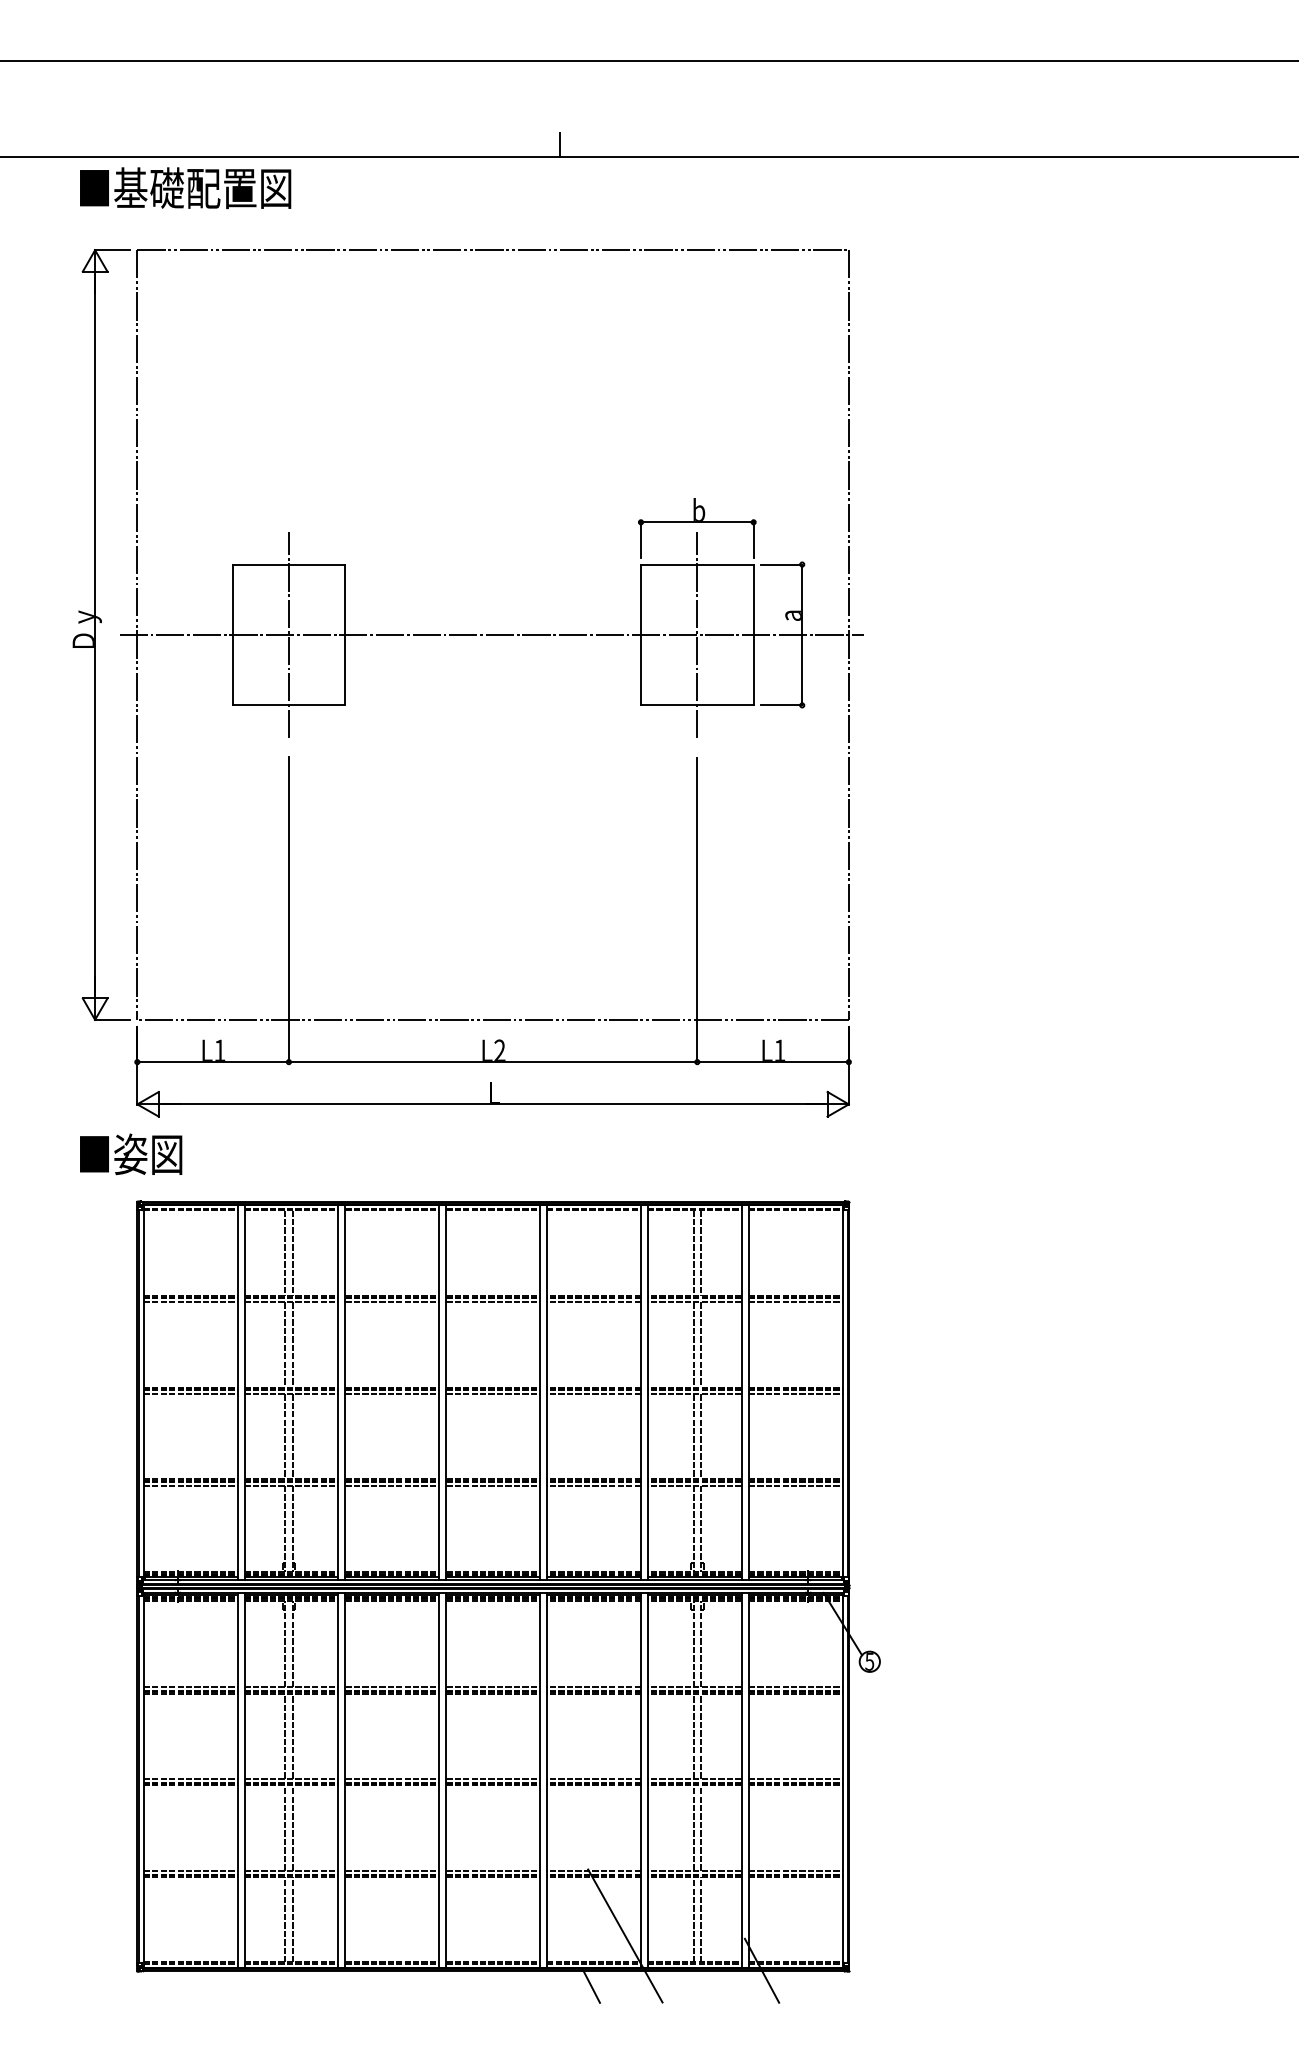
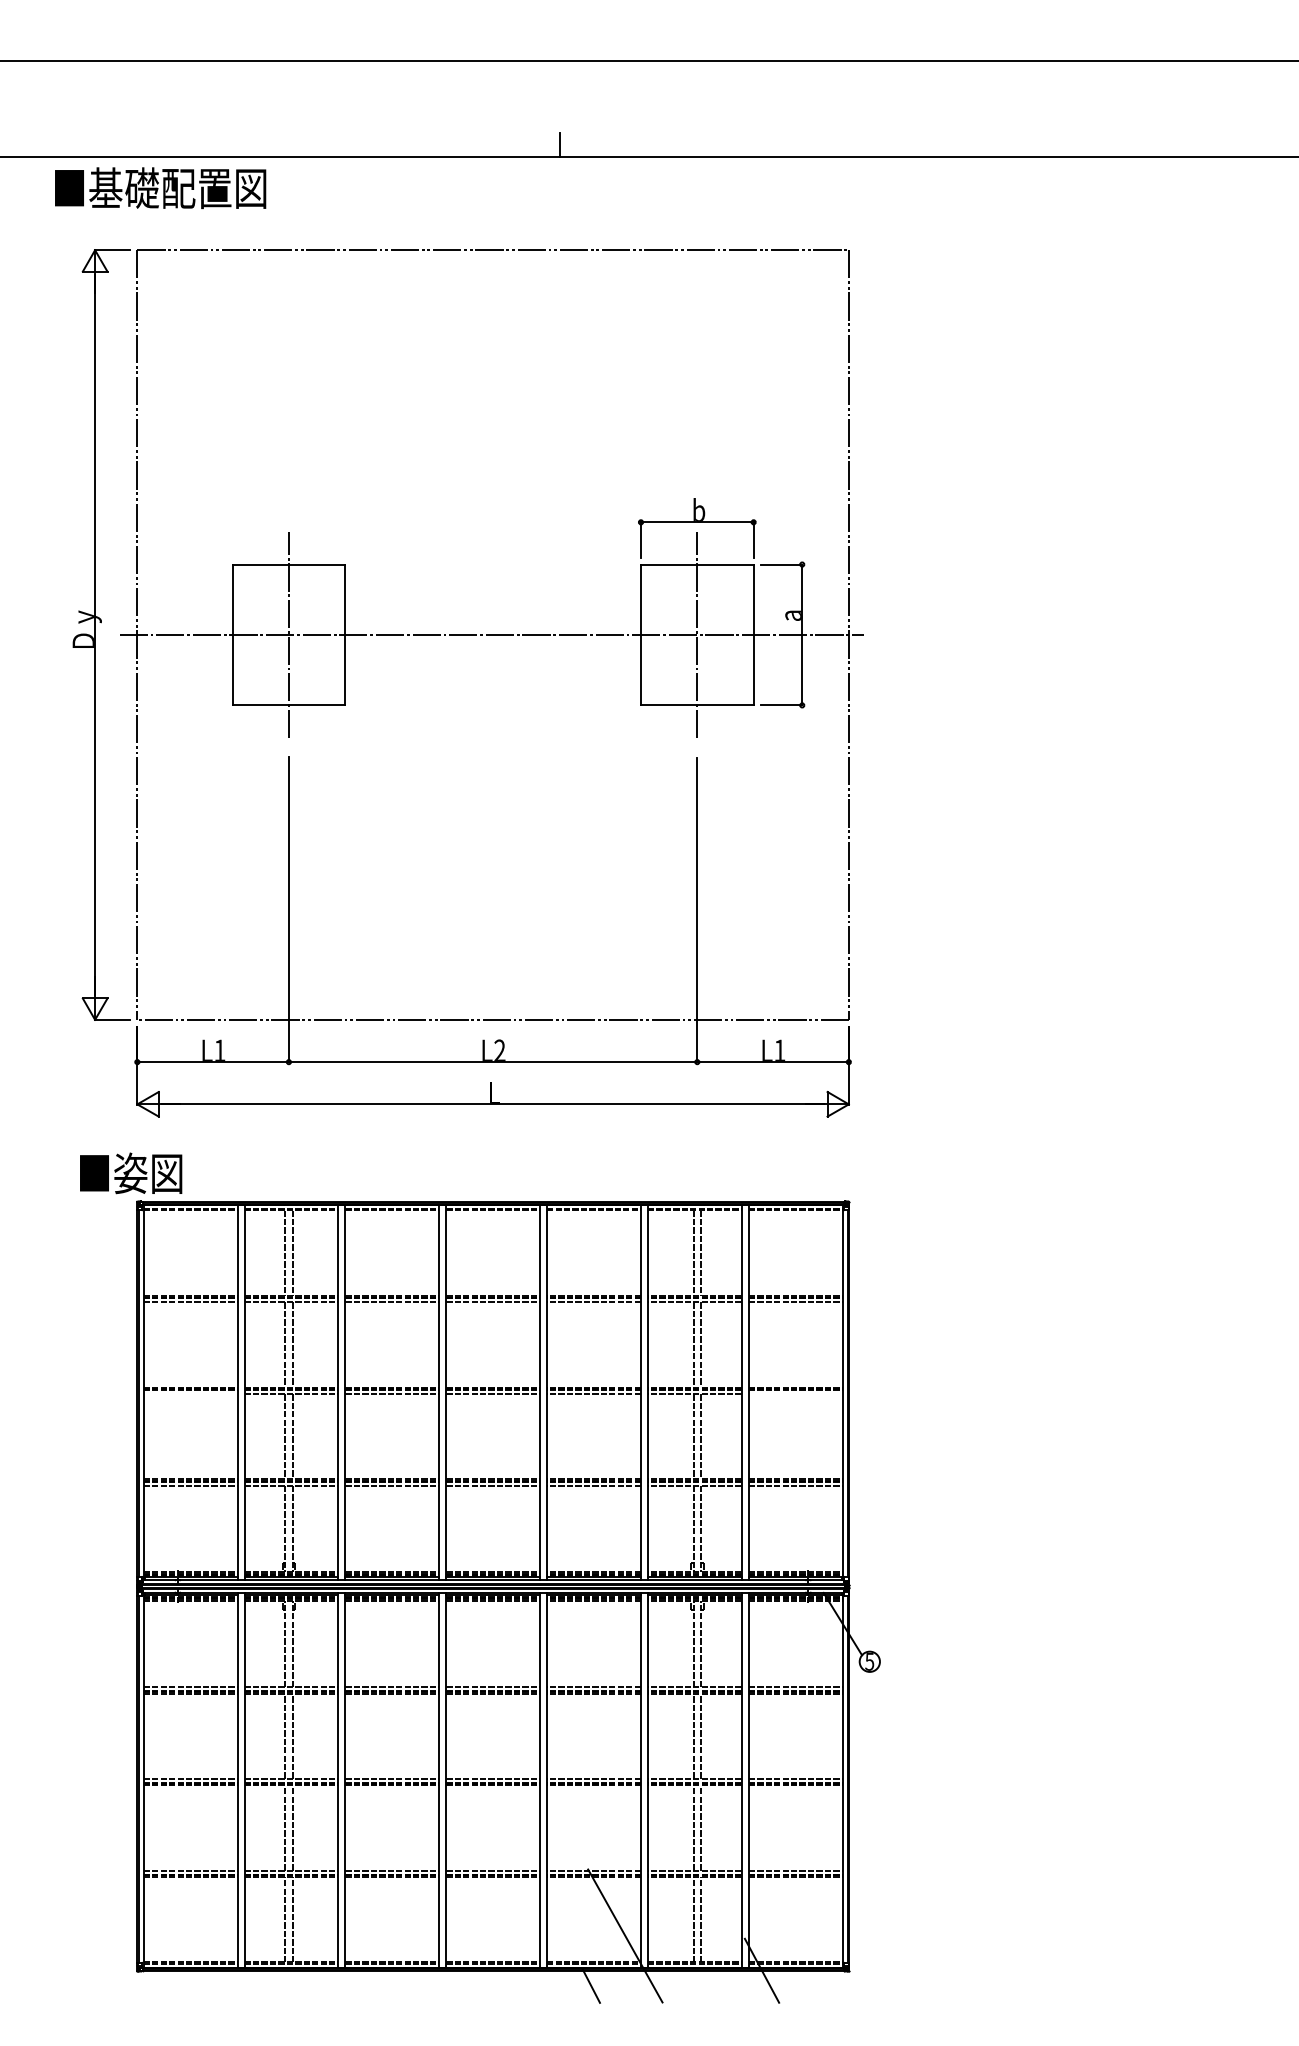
text at (185, 188) position: (185, 188) -> (160, 188)
text at (131, 1154) position: (131, 1154) -> (131, 1173)
line at (190, 1394): present -> none
line at (795, 1394): present -> none
